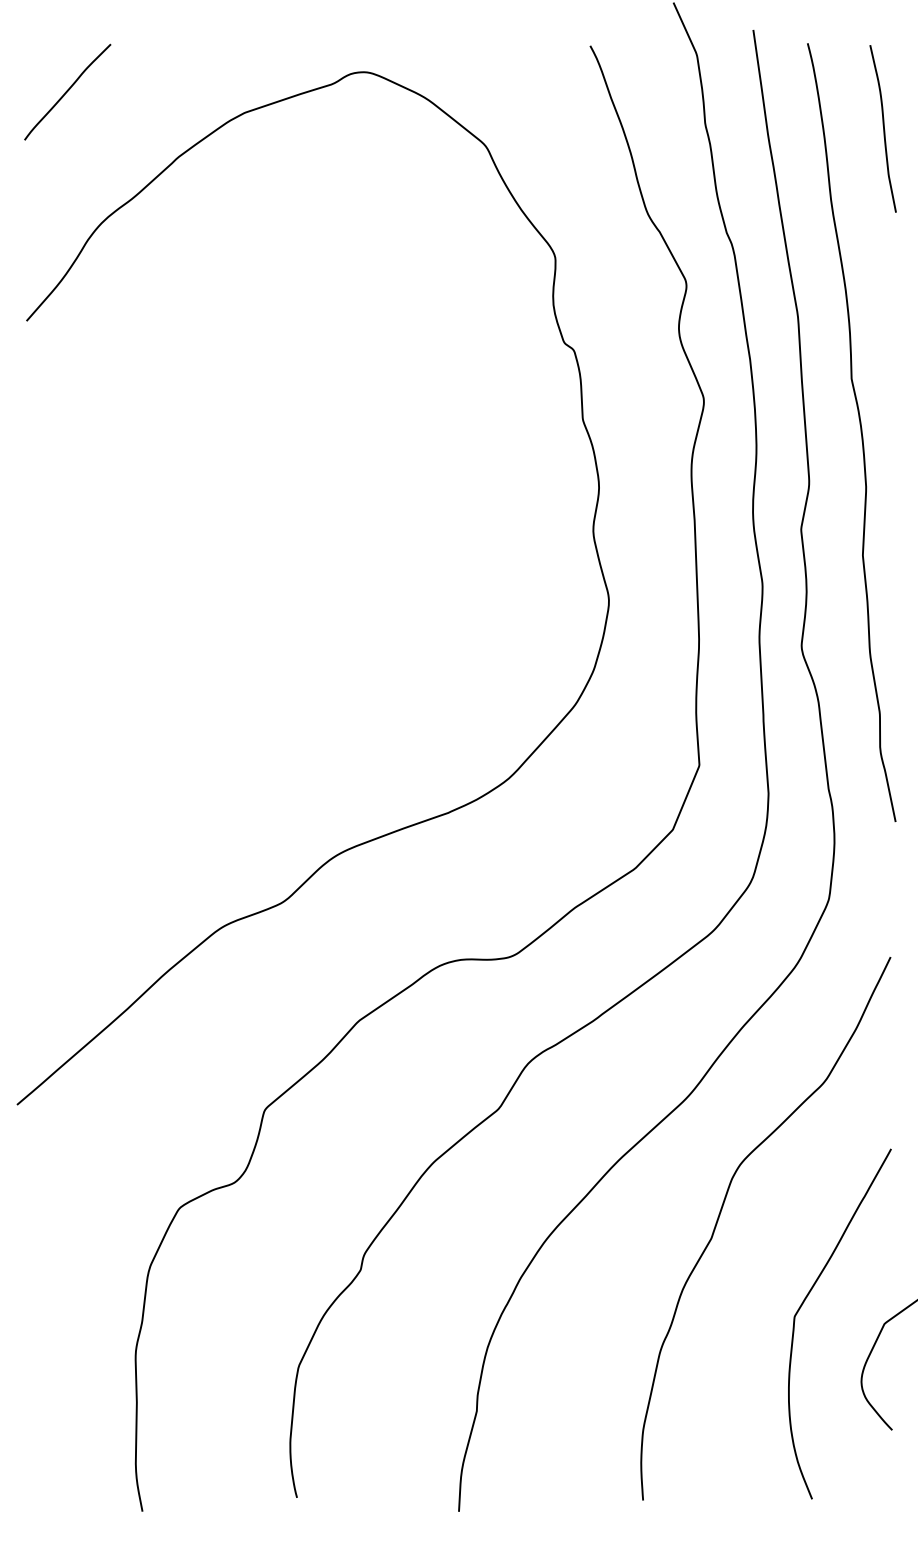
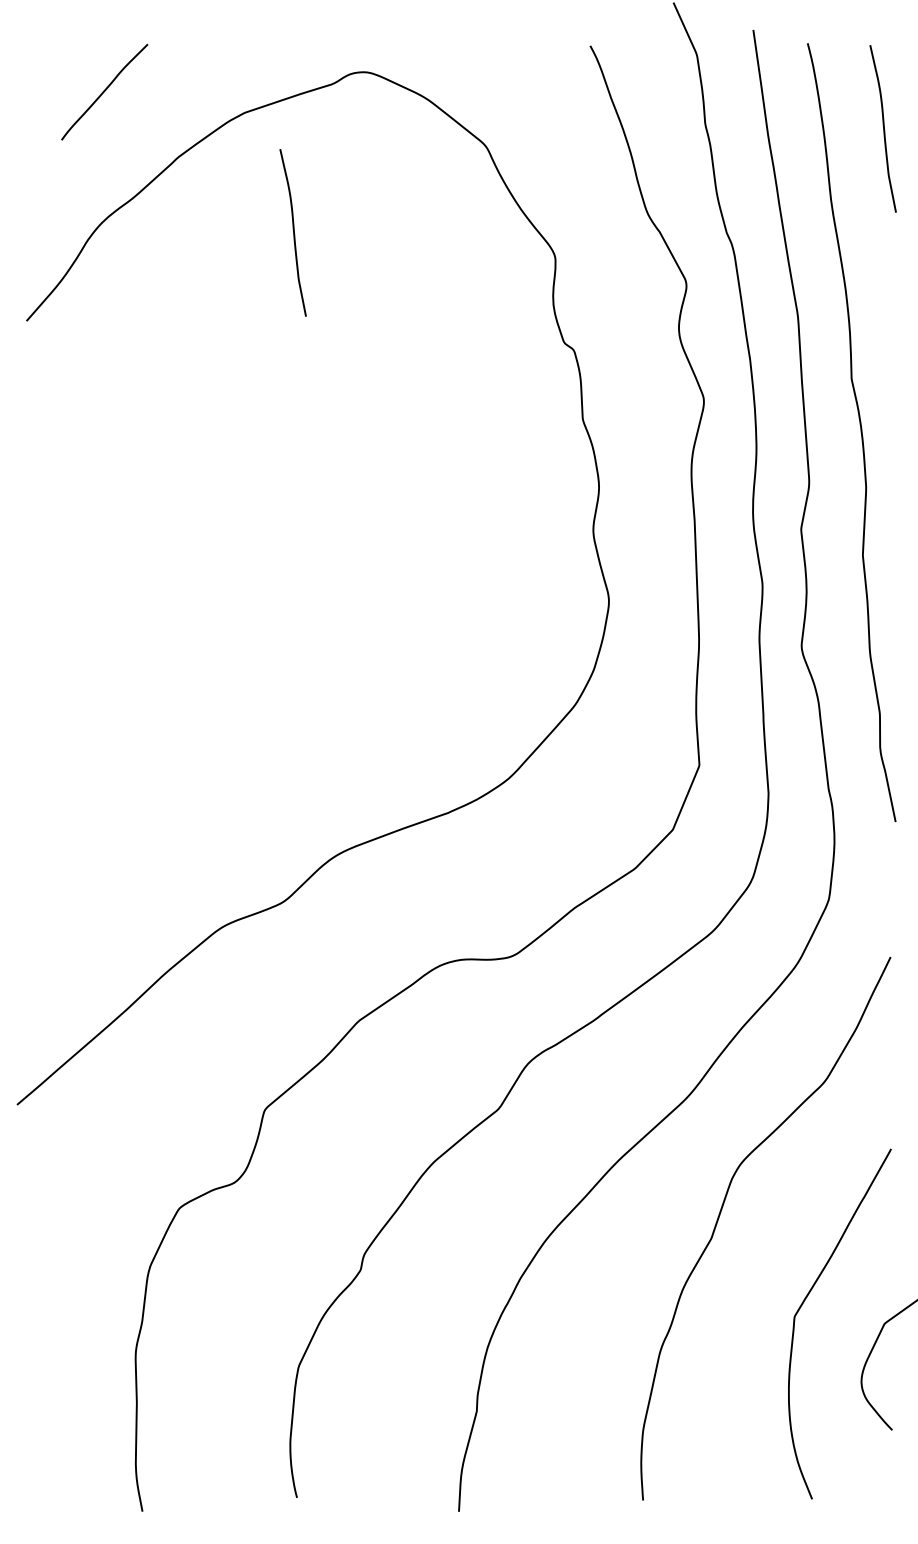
curve at (67, 91) position: (67, 91) -> (104, 91)
curve at (293, 232): none -> present
